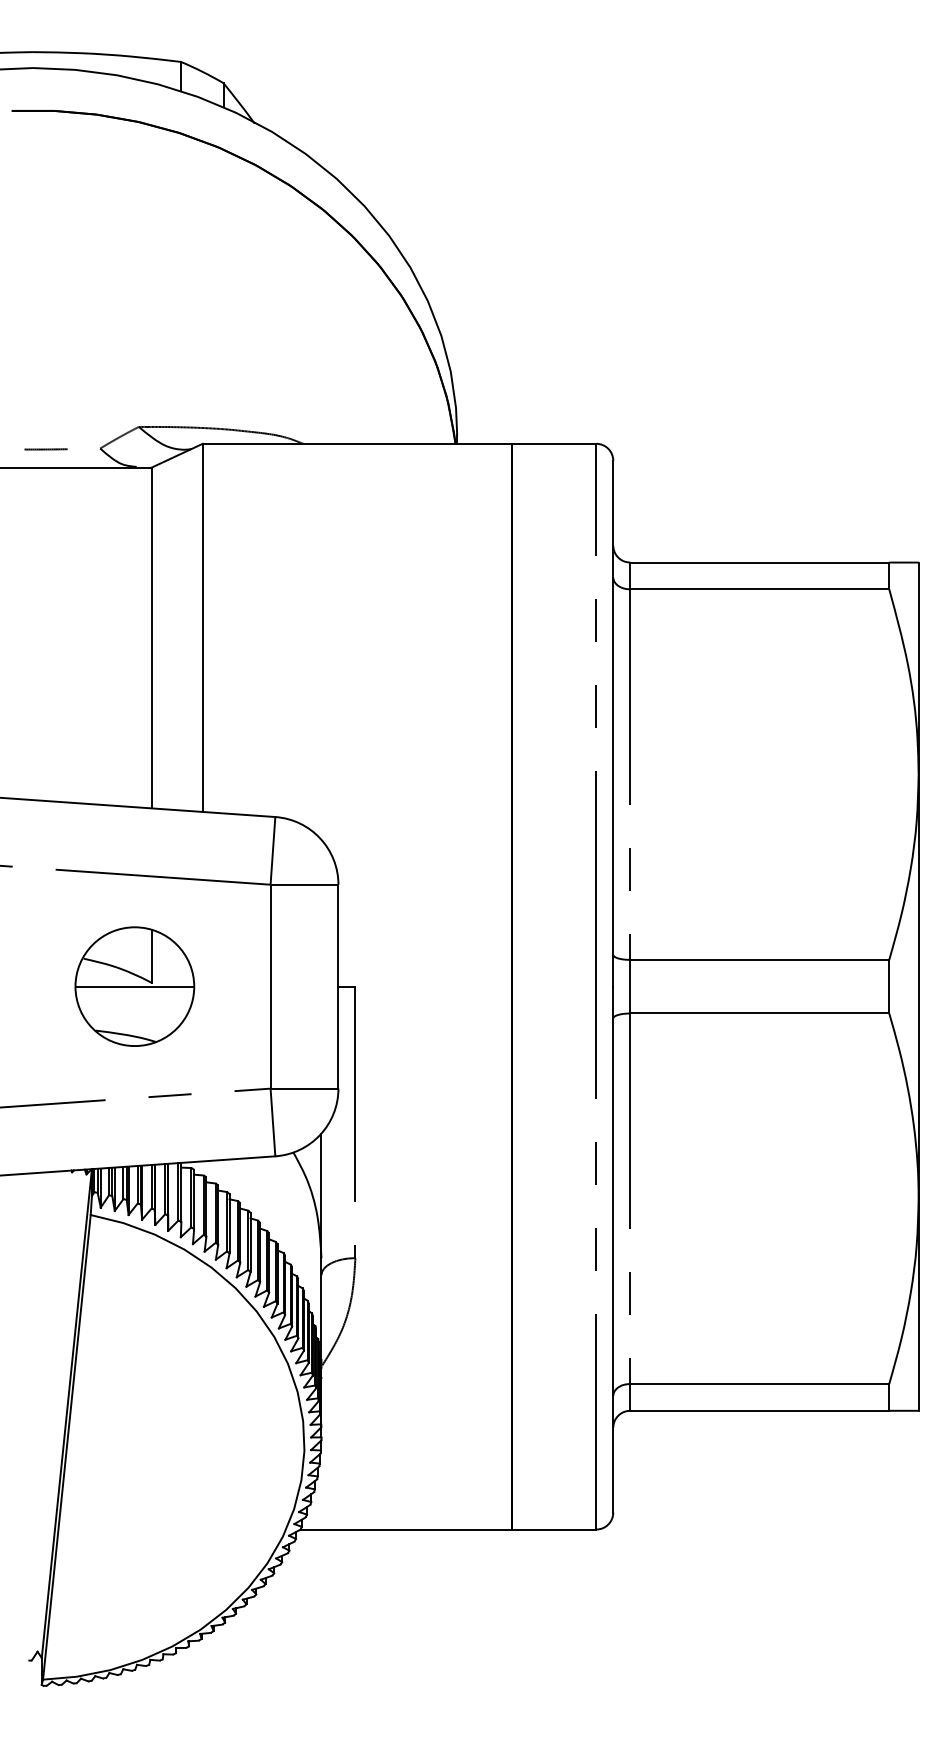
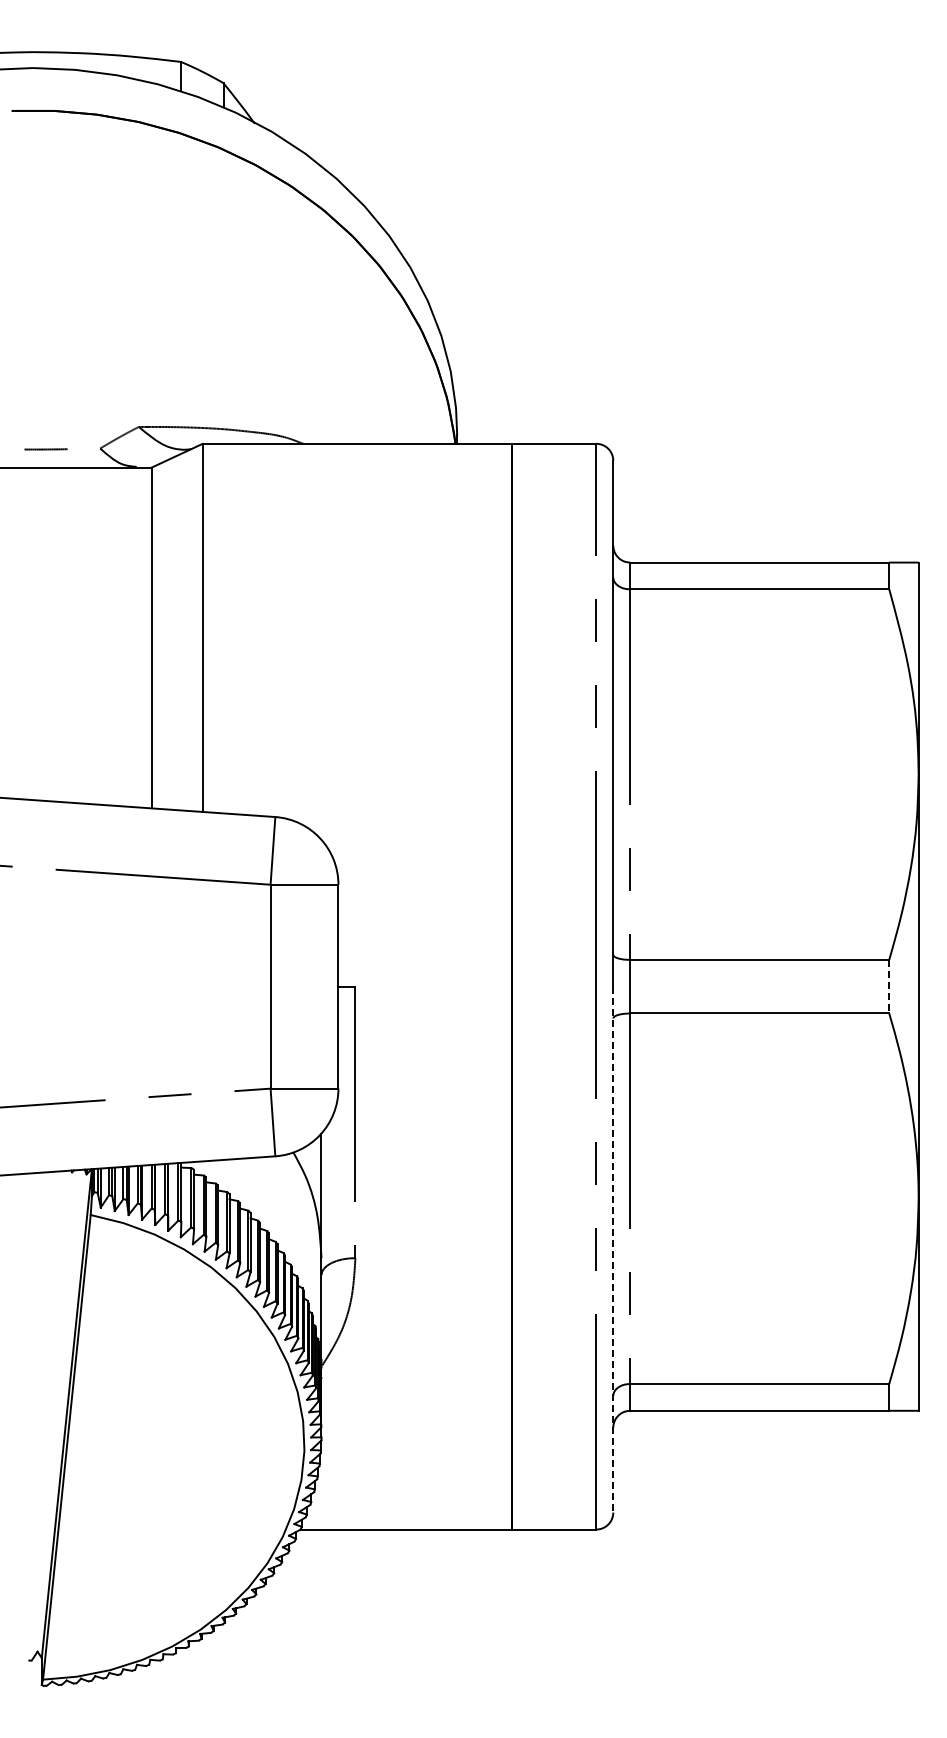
part at (134, 986): present -> none
line at (889, 986): solid -> dashed
line at (613, 1249): solid -> dashed
